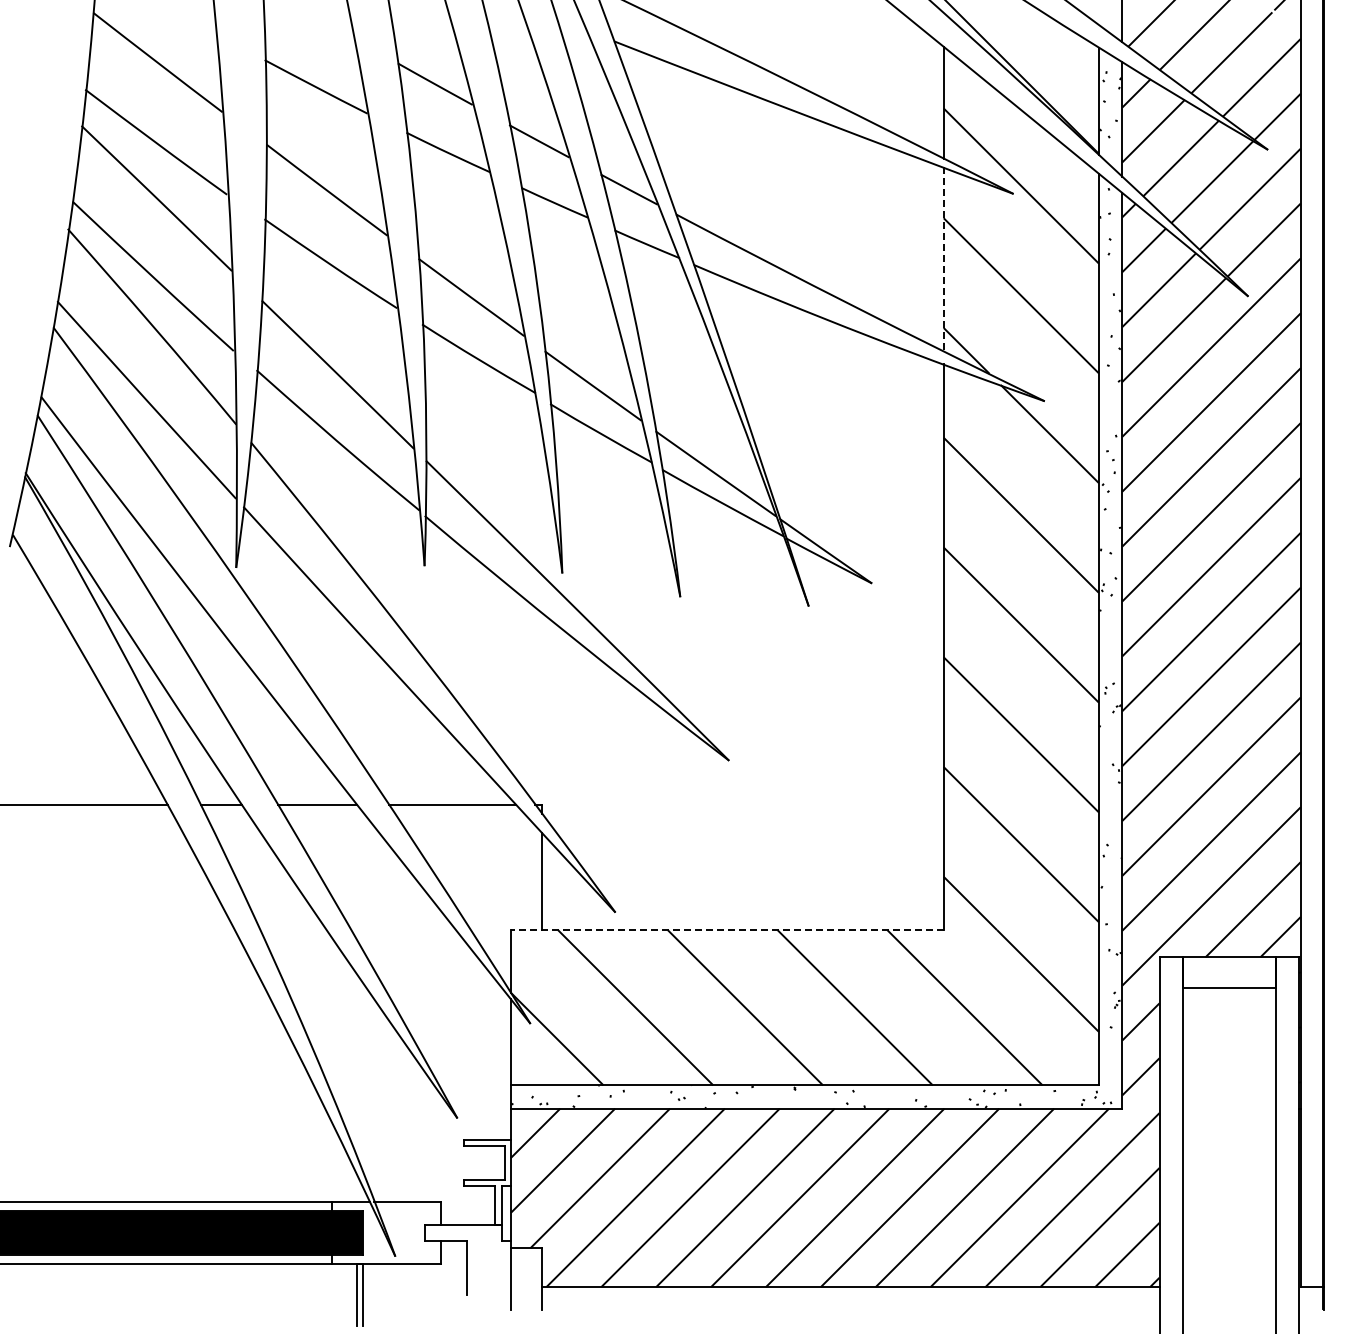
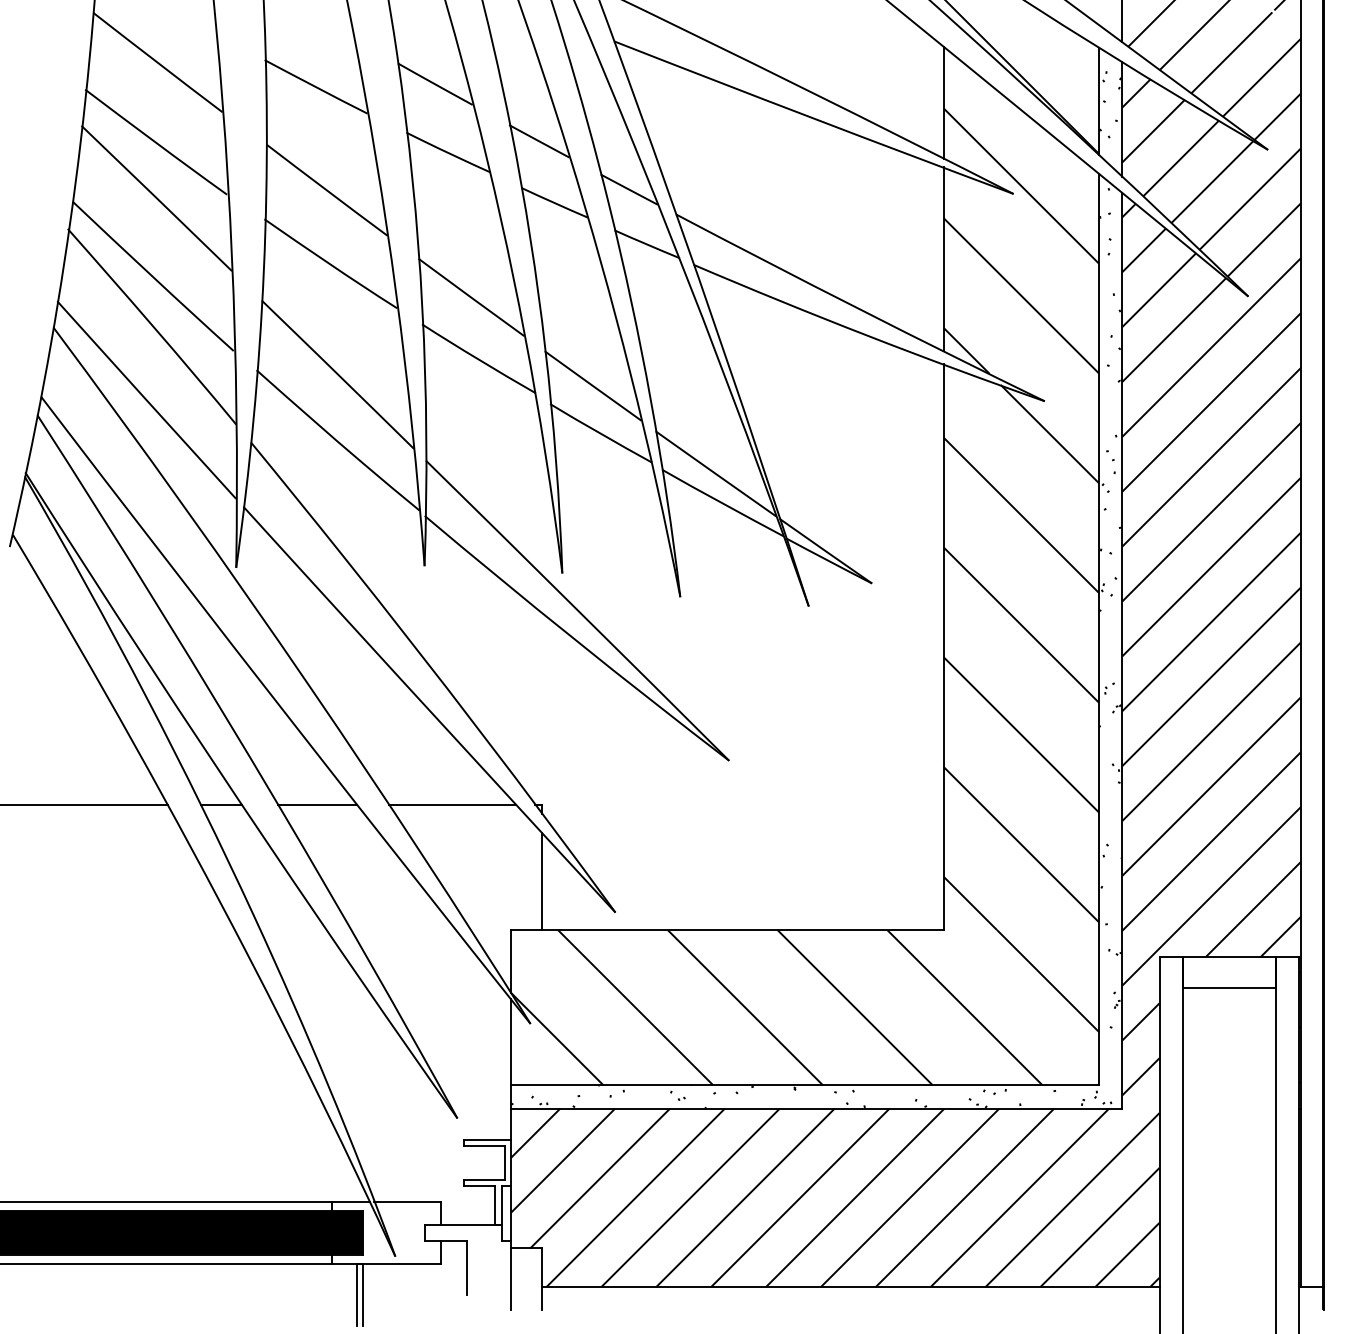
line at (943, 259): dashed -> solid
line at (726, 930): dashed -> solid
